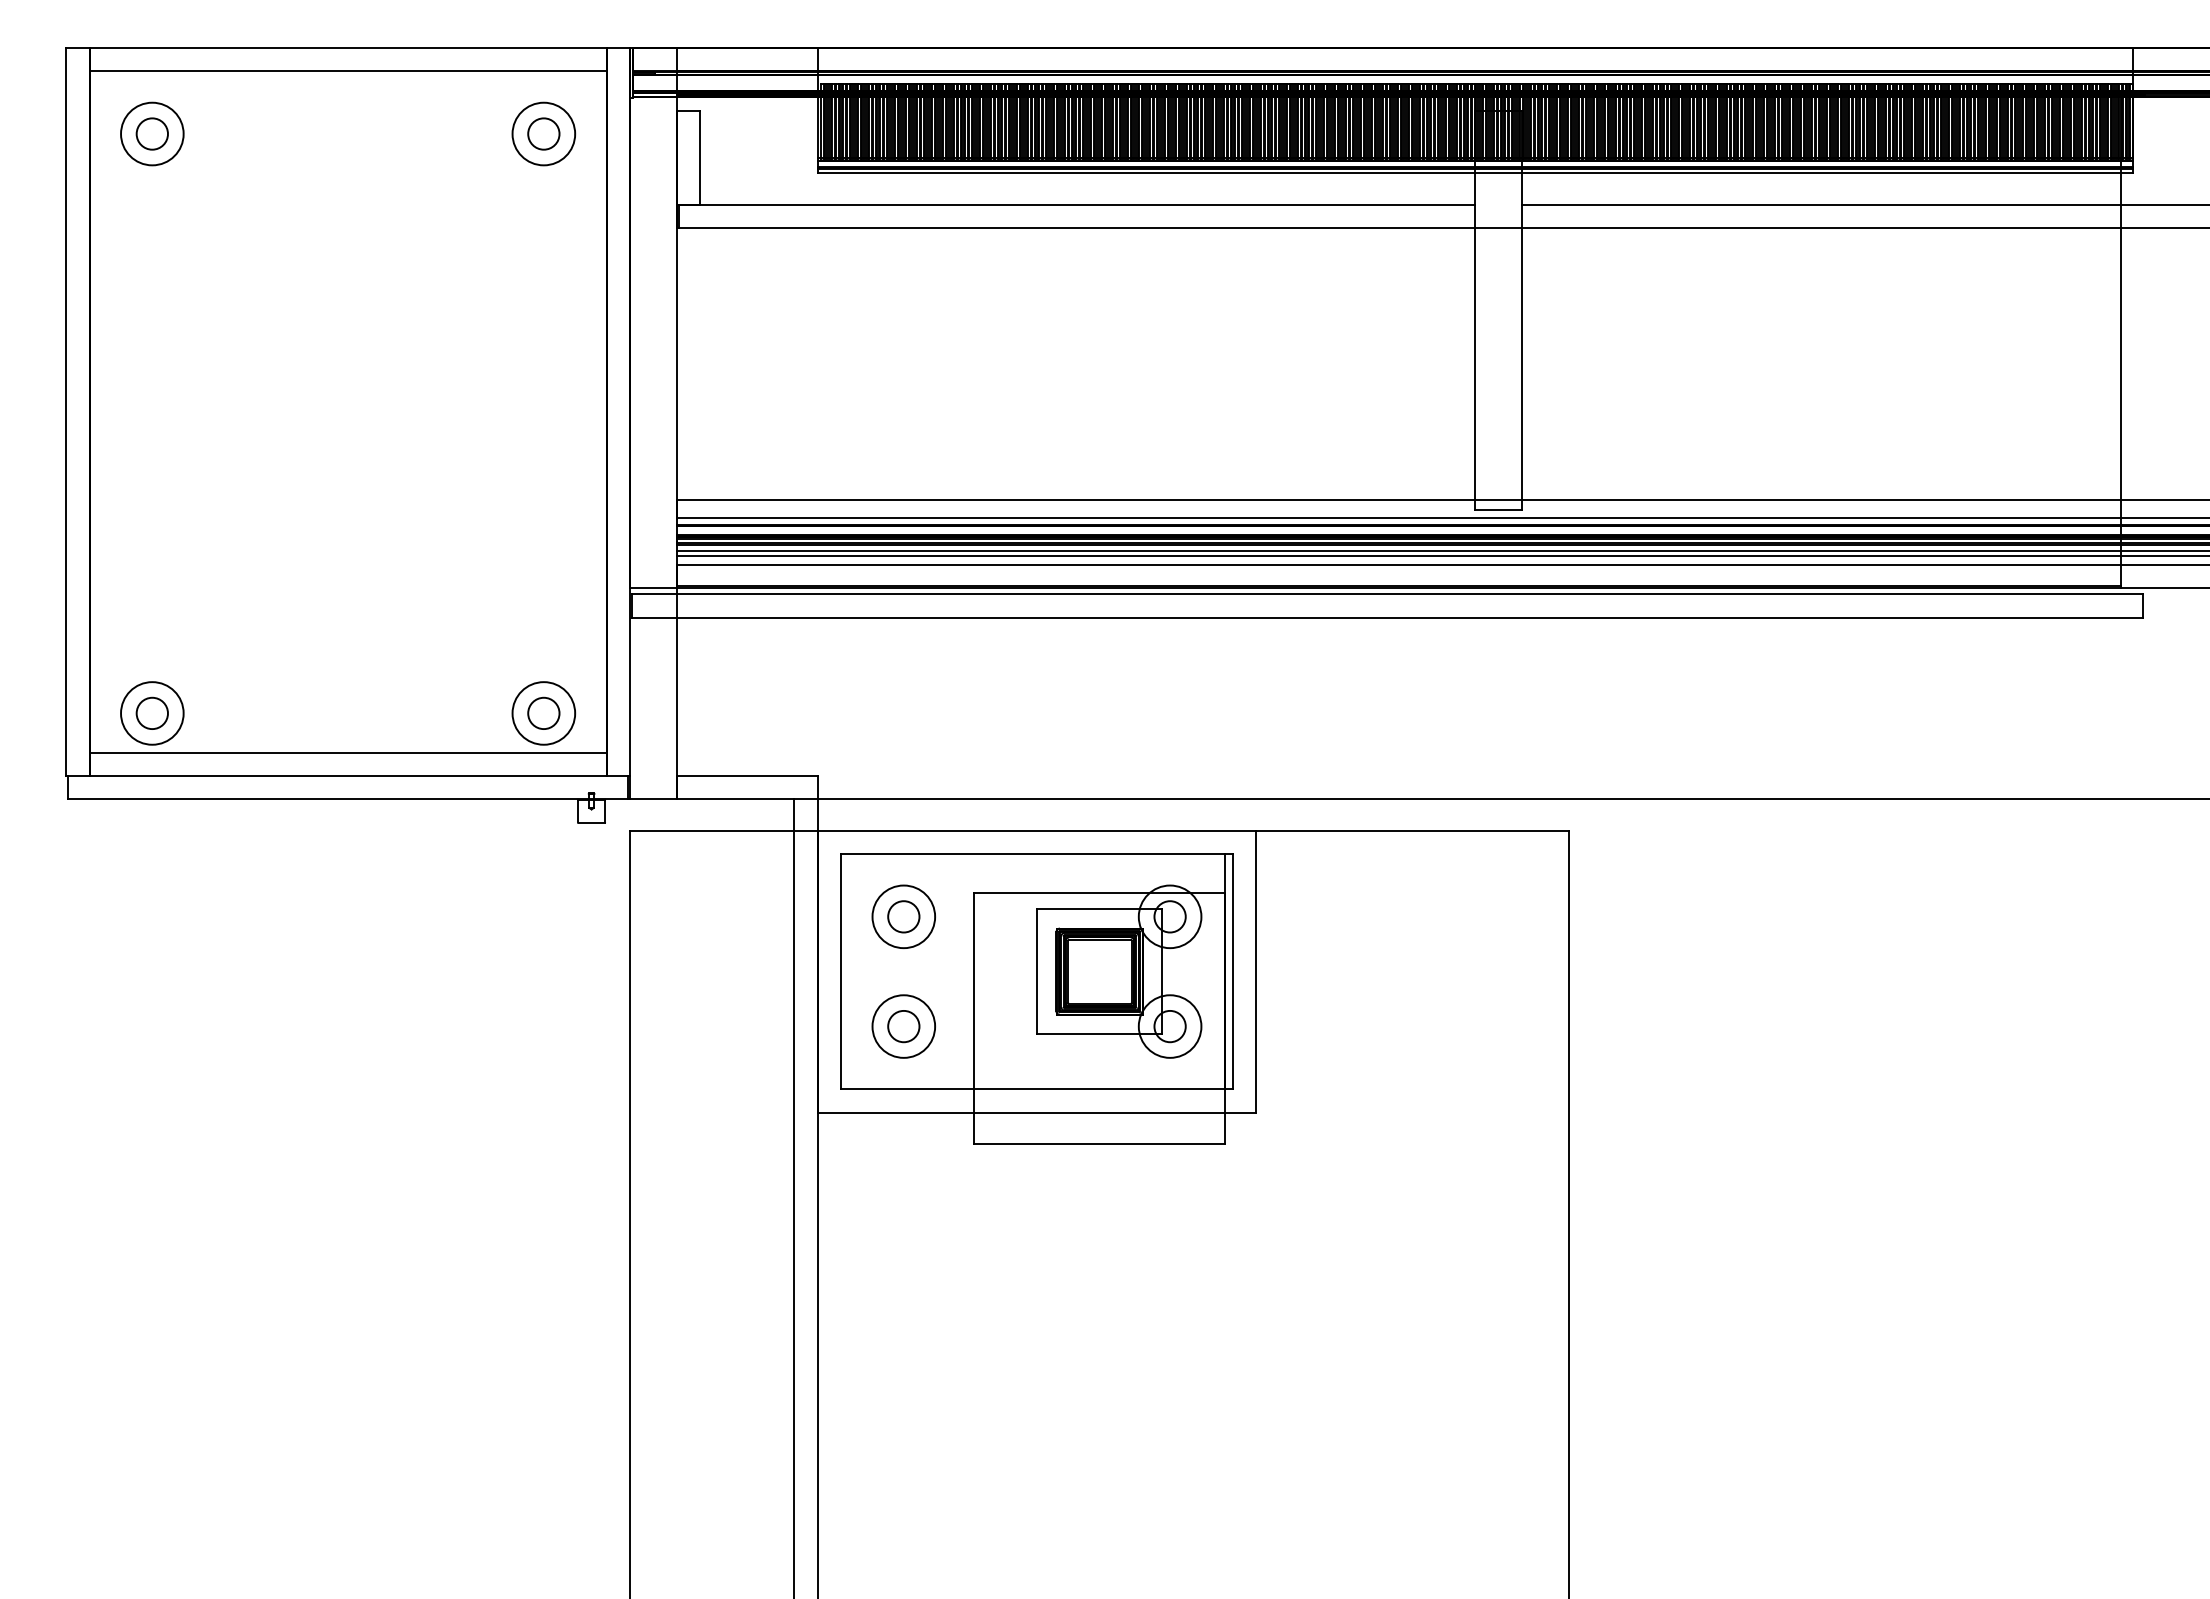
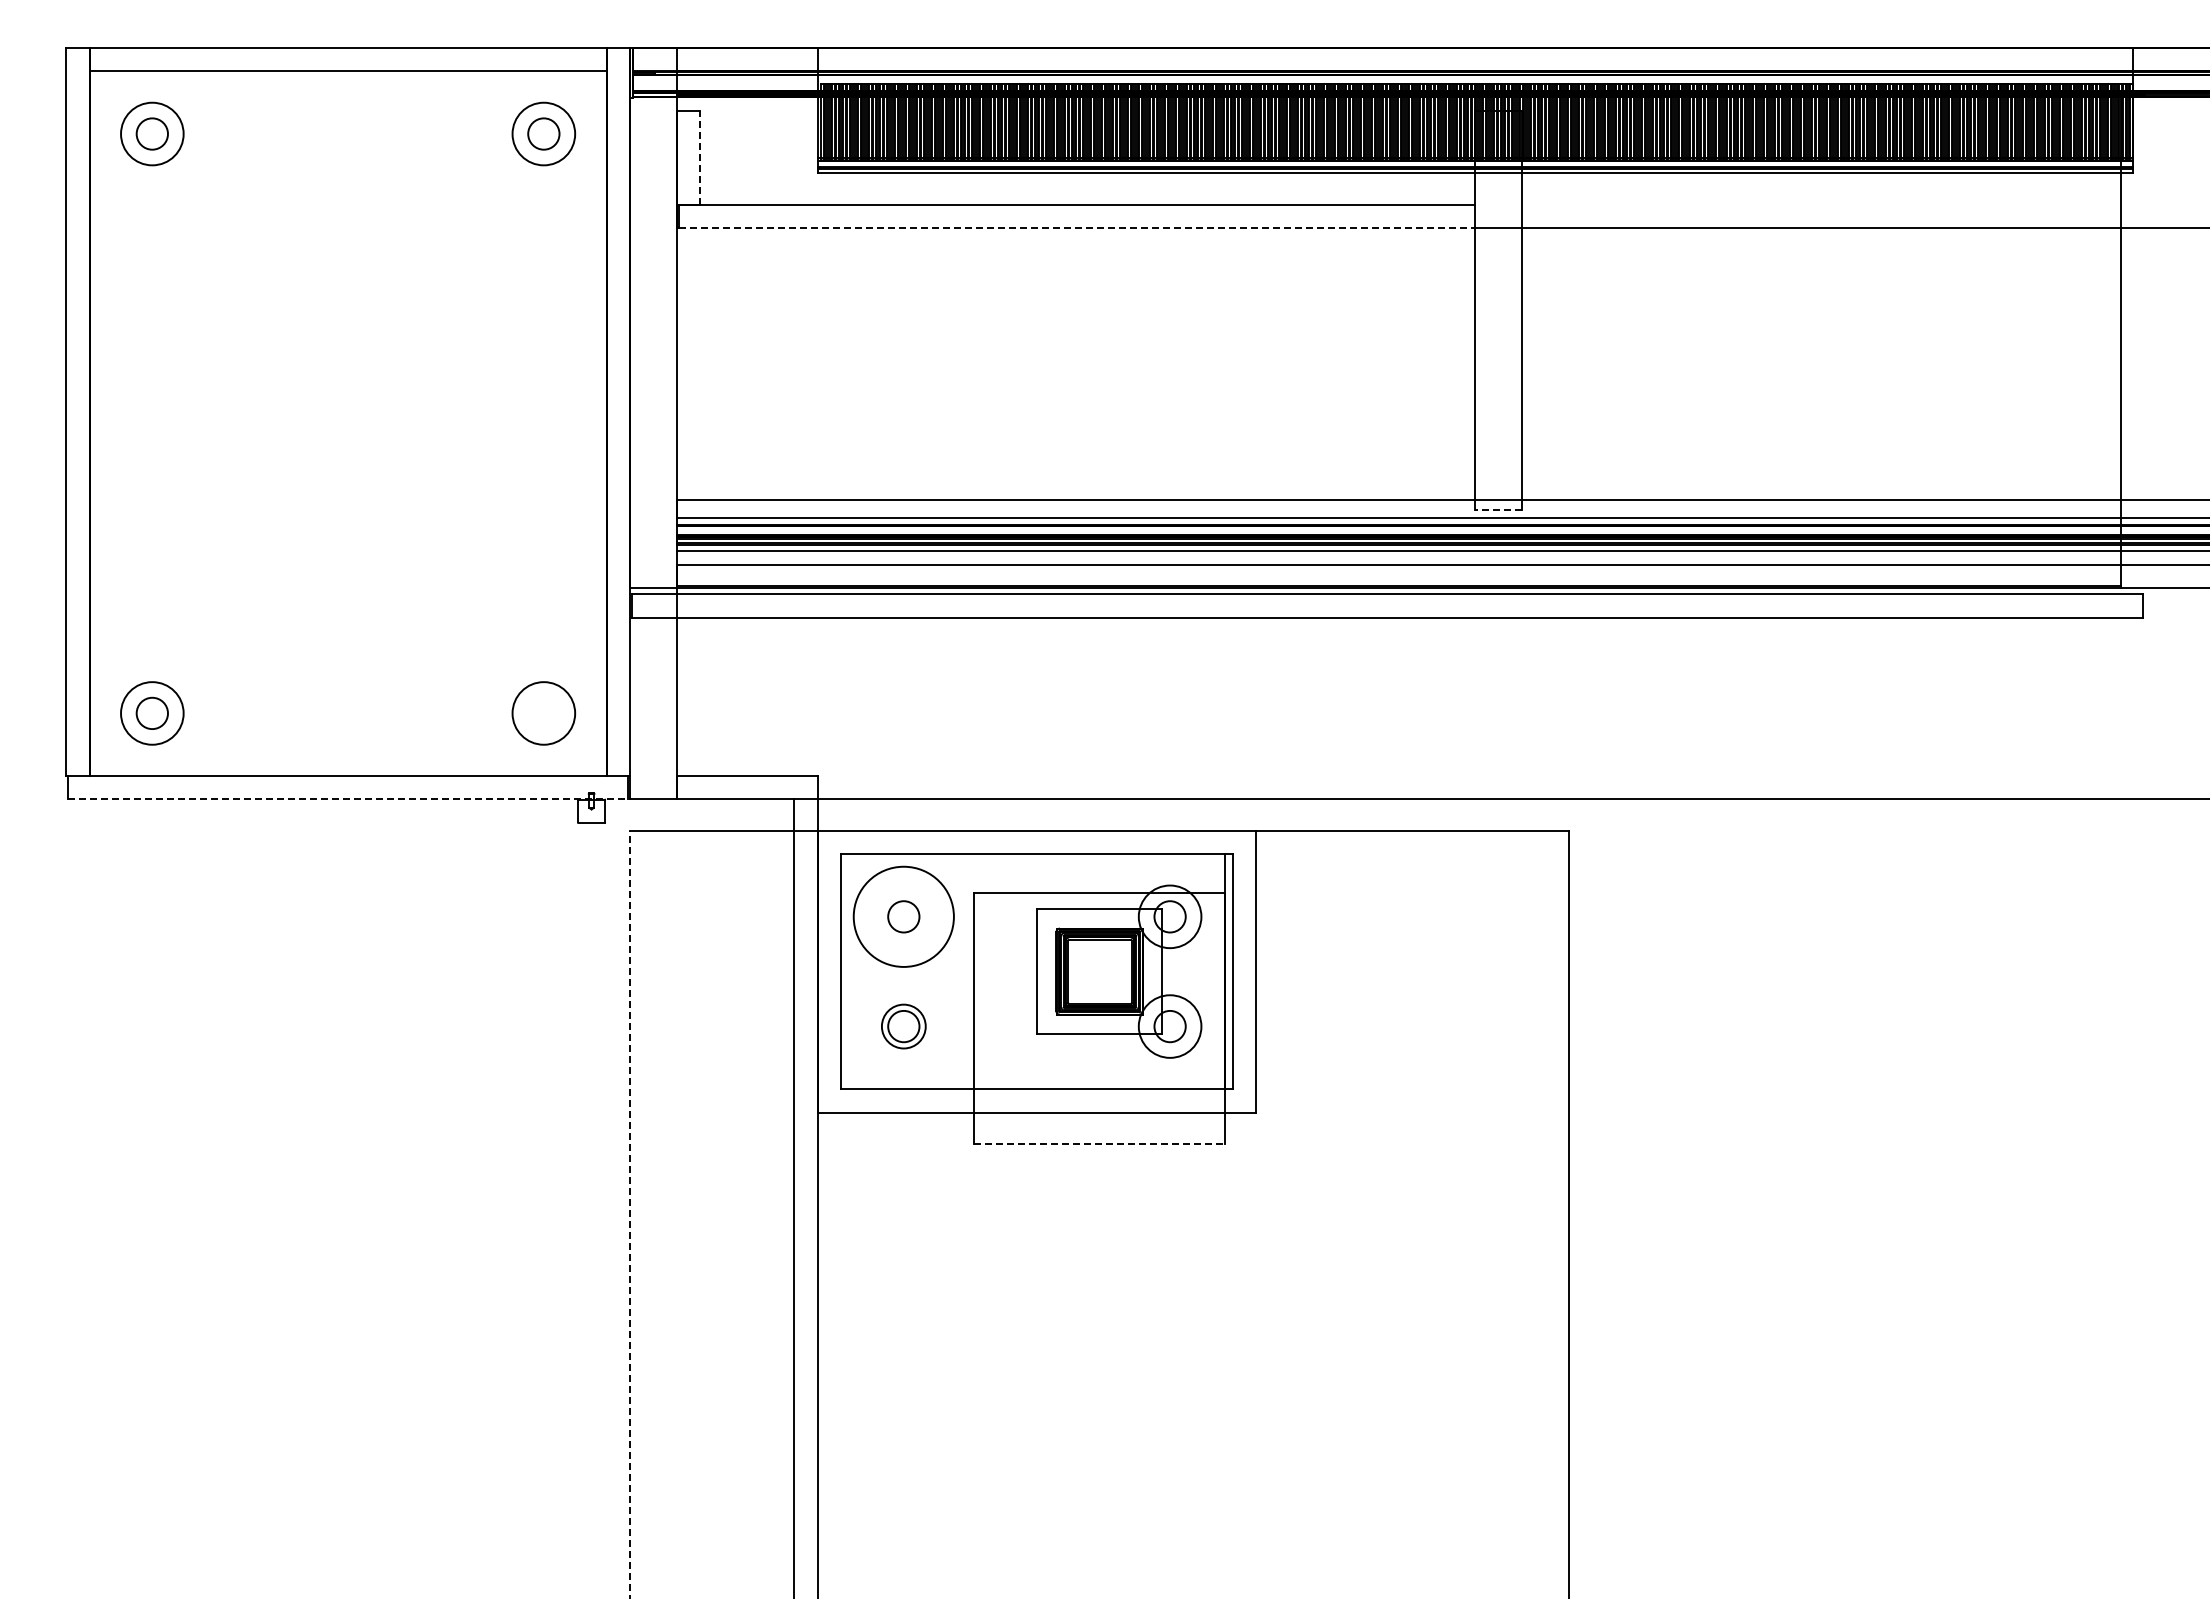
line at (700, 157): solid -> dashed
line at (1864, 204): present -> none
line at (1077, 227): solid -> dashed
line at (1498, 509): solid -> dashed
line at (1441, 555): present -> none
circle at (543, 712): present -> none
line at (347, 752): present -> none
line at (348, 799): solid -> dashed
circle at (903, 916) diameter: 63 px -> 100 px
circle at (903, 1026) diameter: 63 px -> 44 px
line at (1100, 1143): solid -> dashed
line at (629, 1214): solid -> dashed
